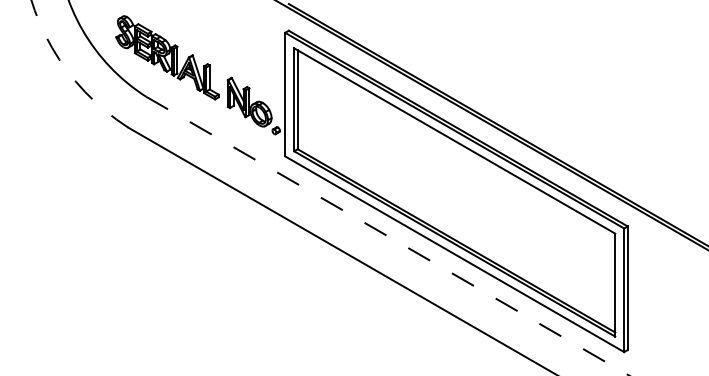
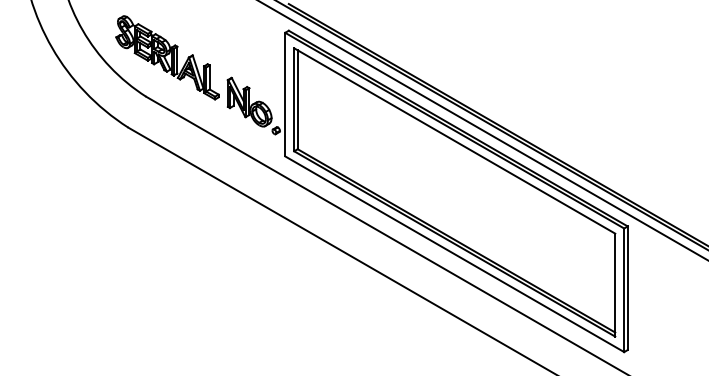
arc at (68, 72): dashed -> solid
line at (483, 130): none -> present
line at (387, 236): dashed -> solid
